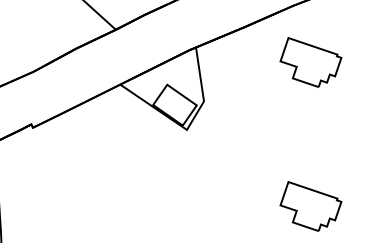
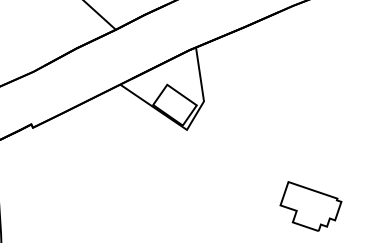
part at (310, 62): present -> none
